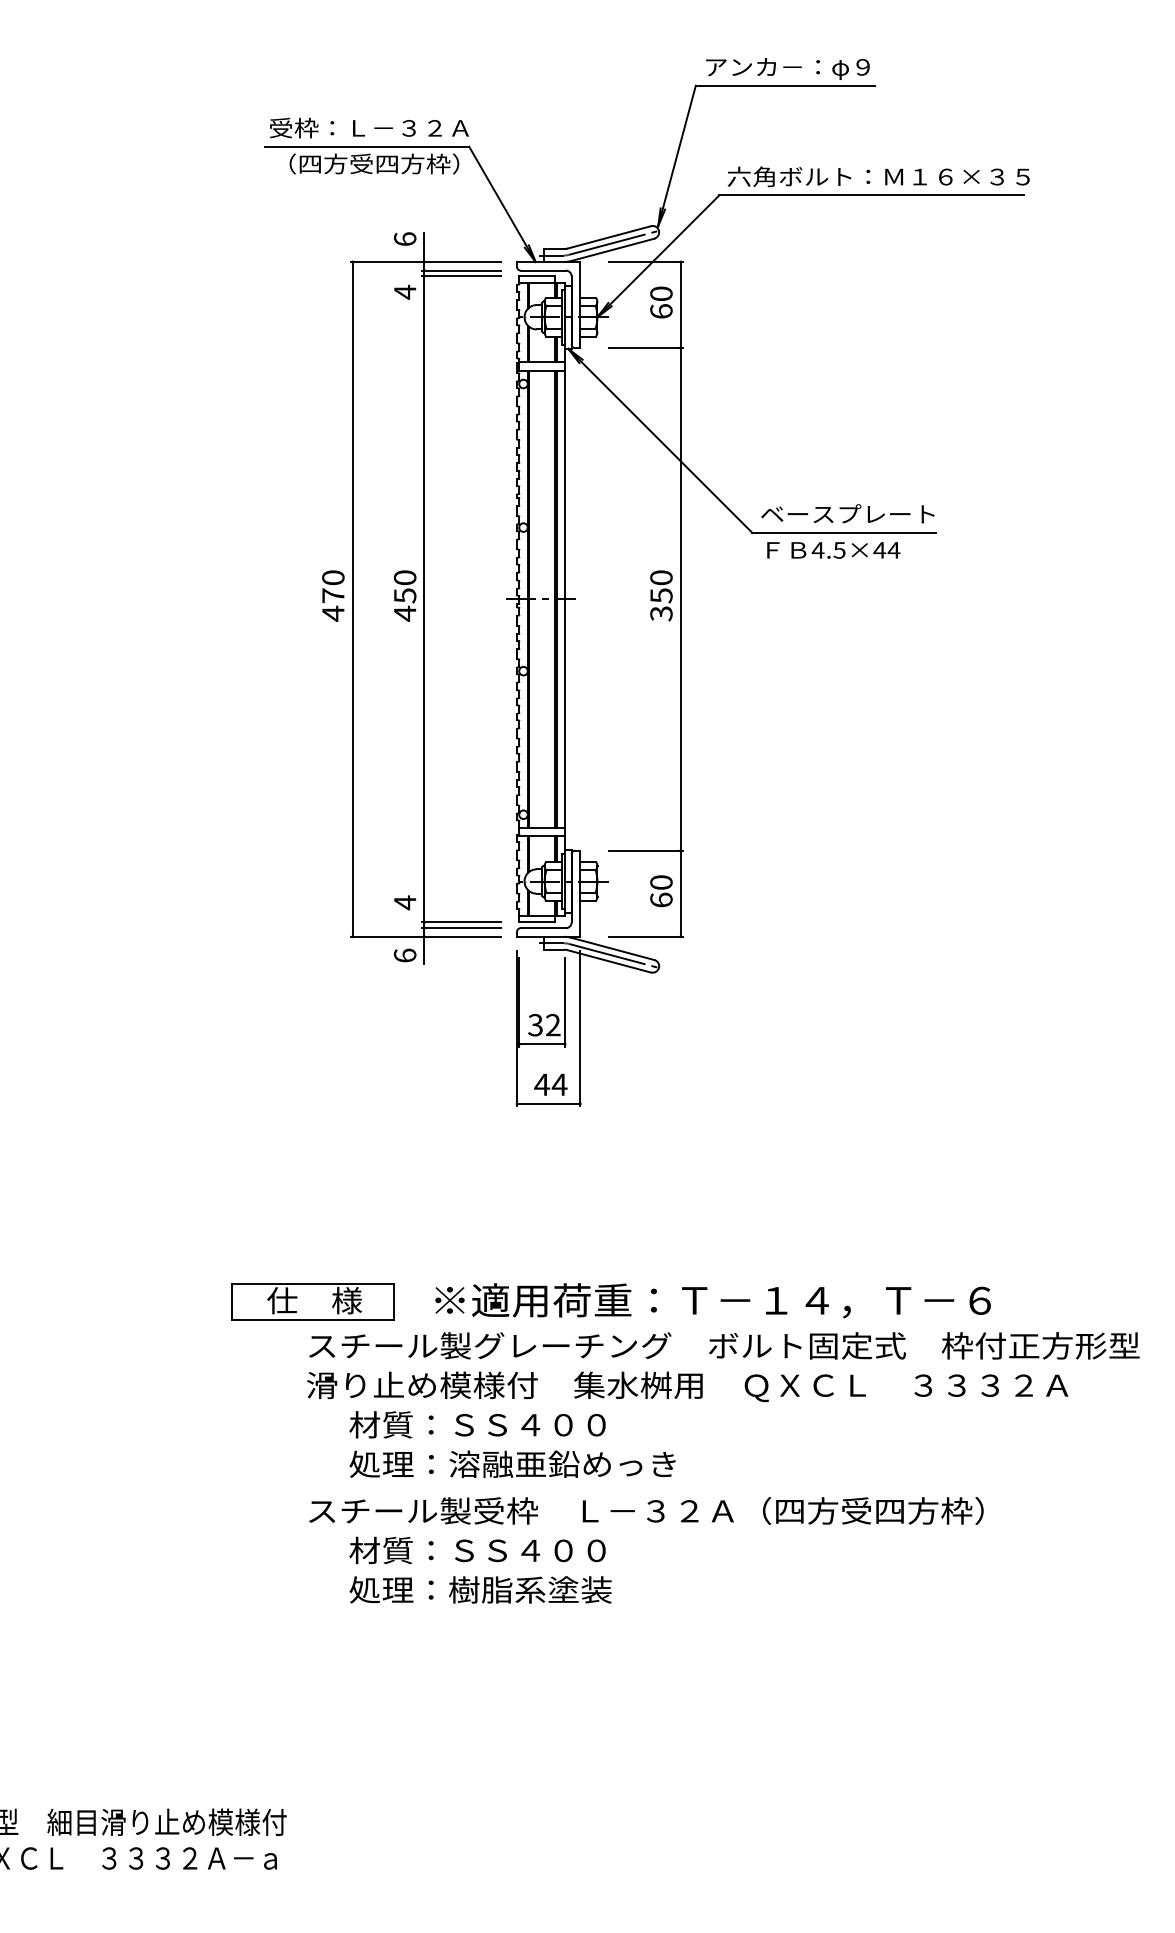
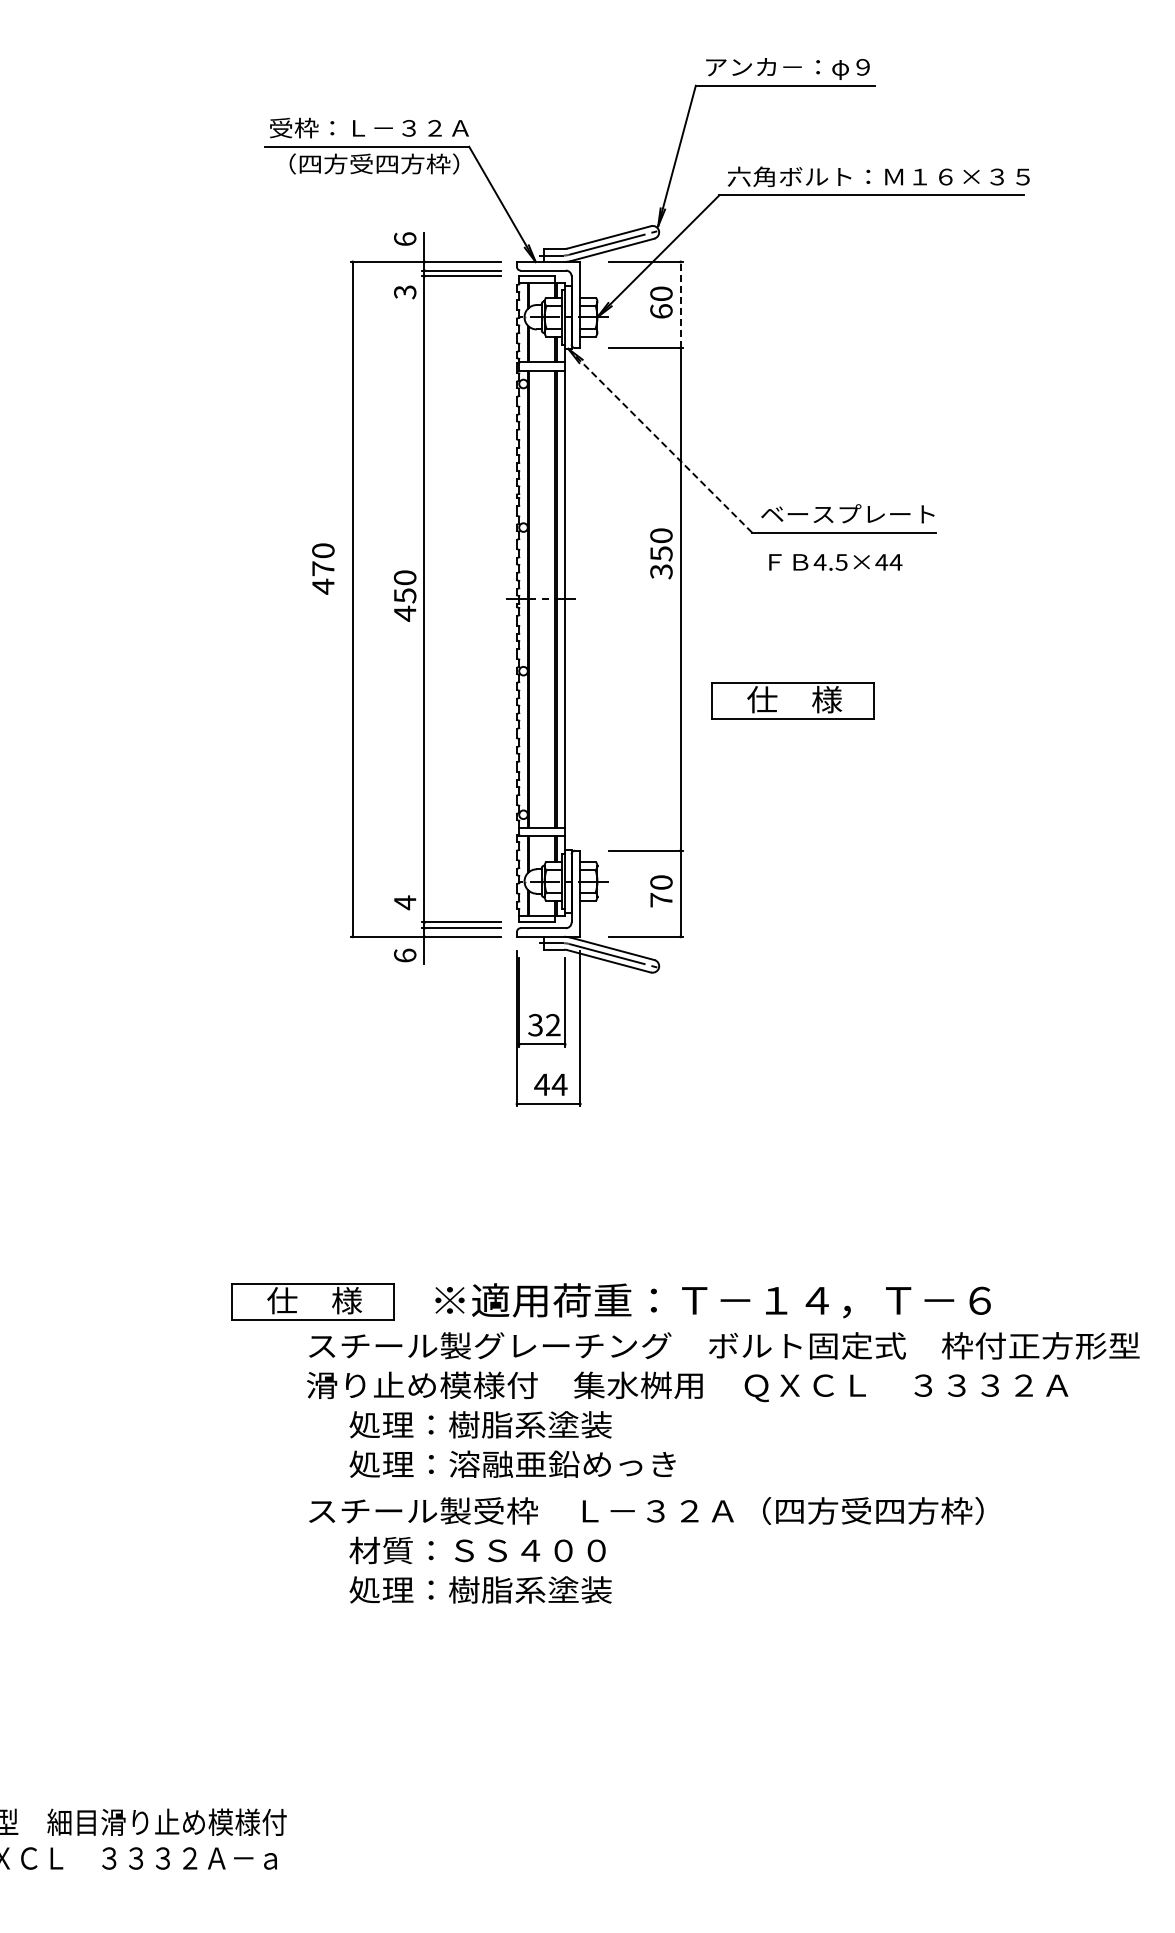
text at (405, 291): 4 -> 3
line at (680, 304): solid -> dashed
line at (660, 441): solid -> dashed
text at (833, 550) position: (833, 550) -> (835, 562)
text at (333, 595) position: (333, 595) -> (323, 568)
text at (661, 595) position: (661, 595) -> (661, 553)
part at (792, 700): none -> present
text at (661, 899): 60 -> 70
text at (480, 1424): 材質：ＳＳ４００ -> 処理：樹脂系塗装
